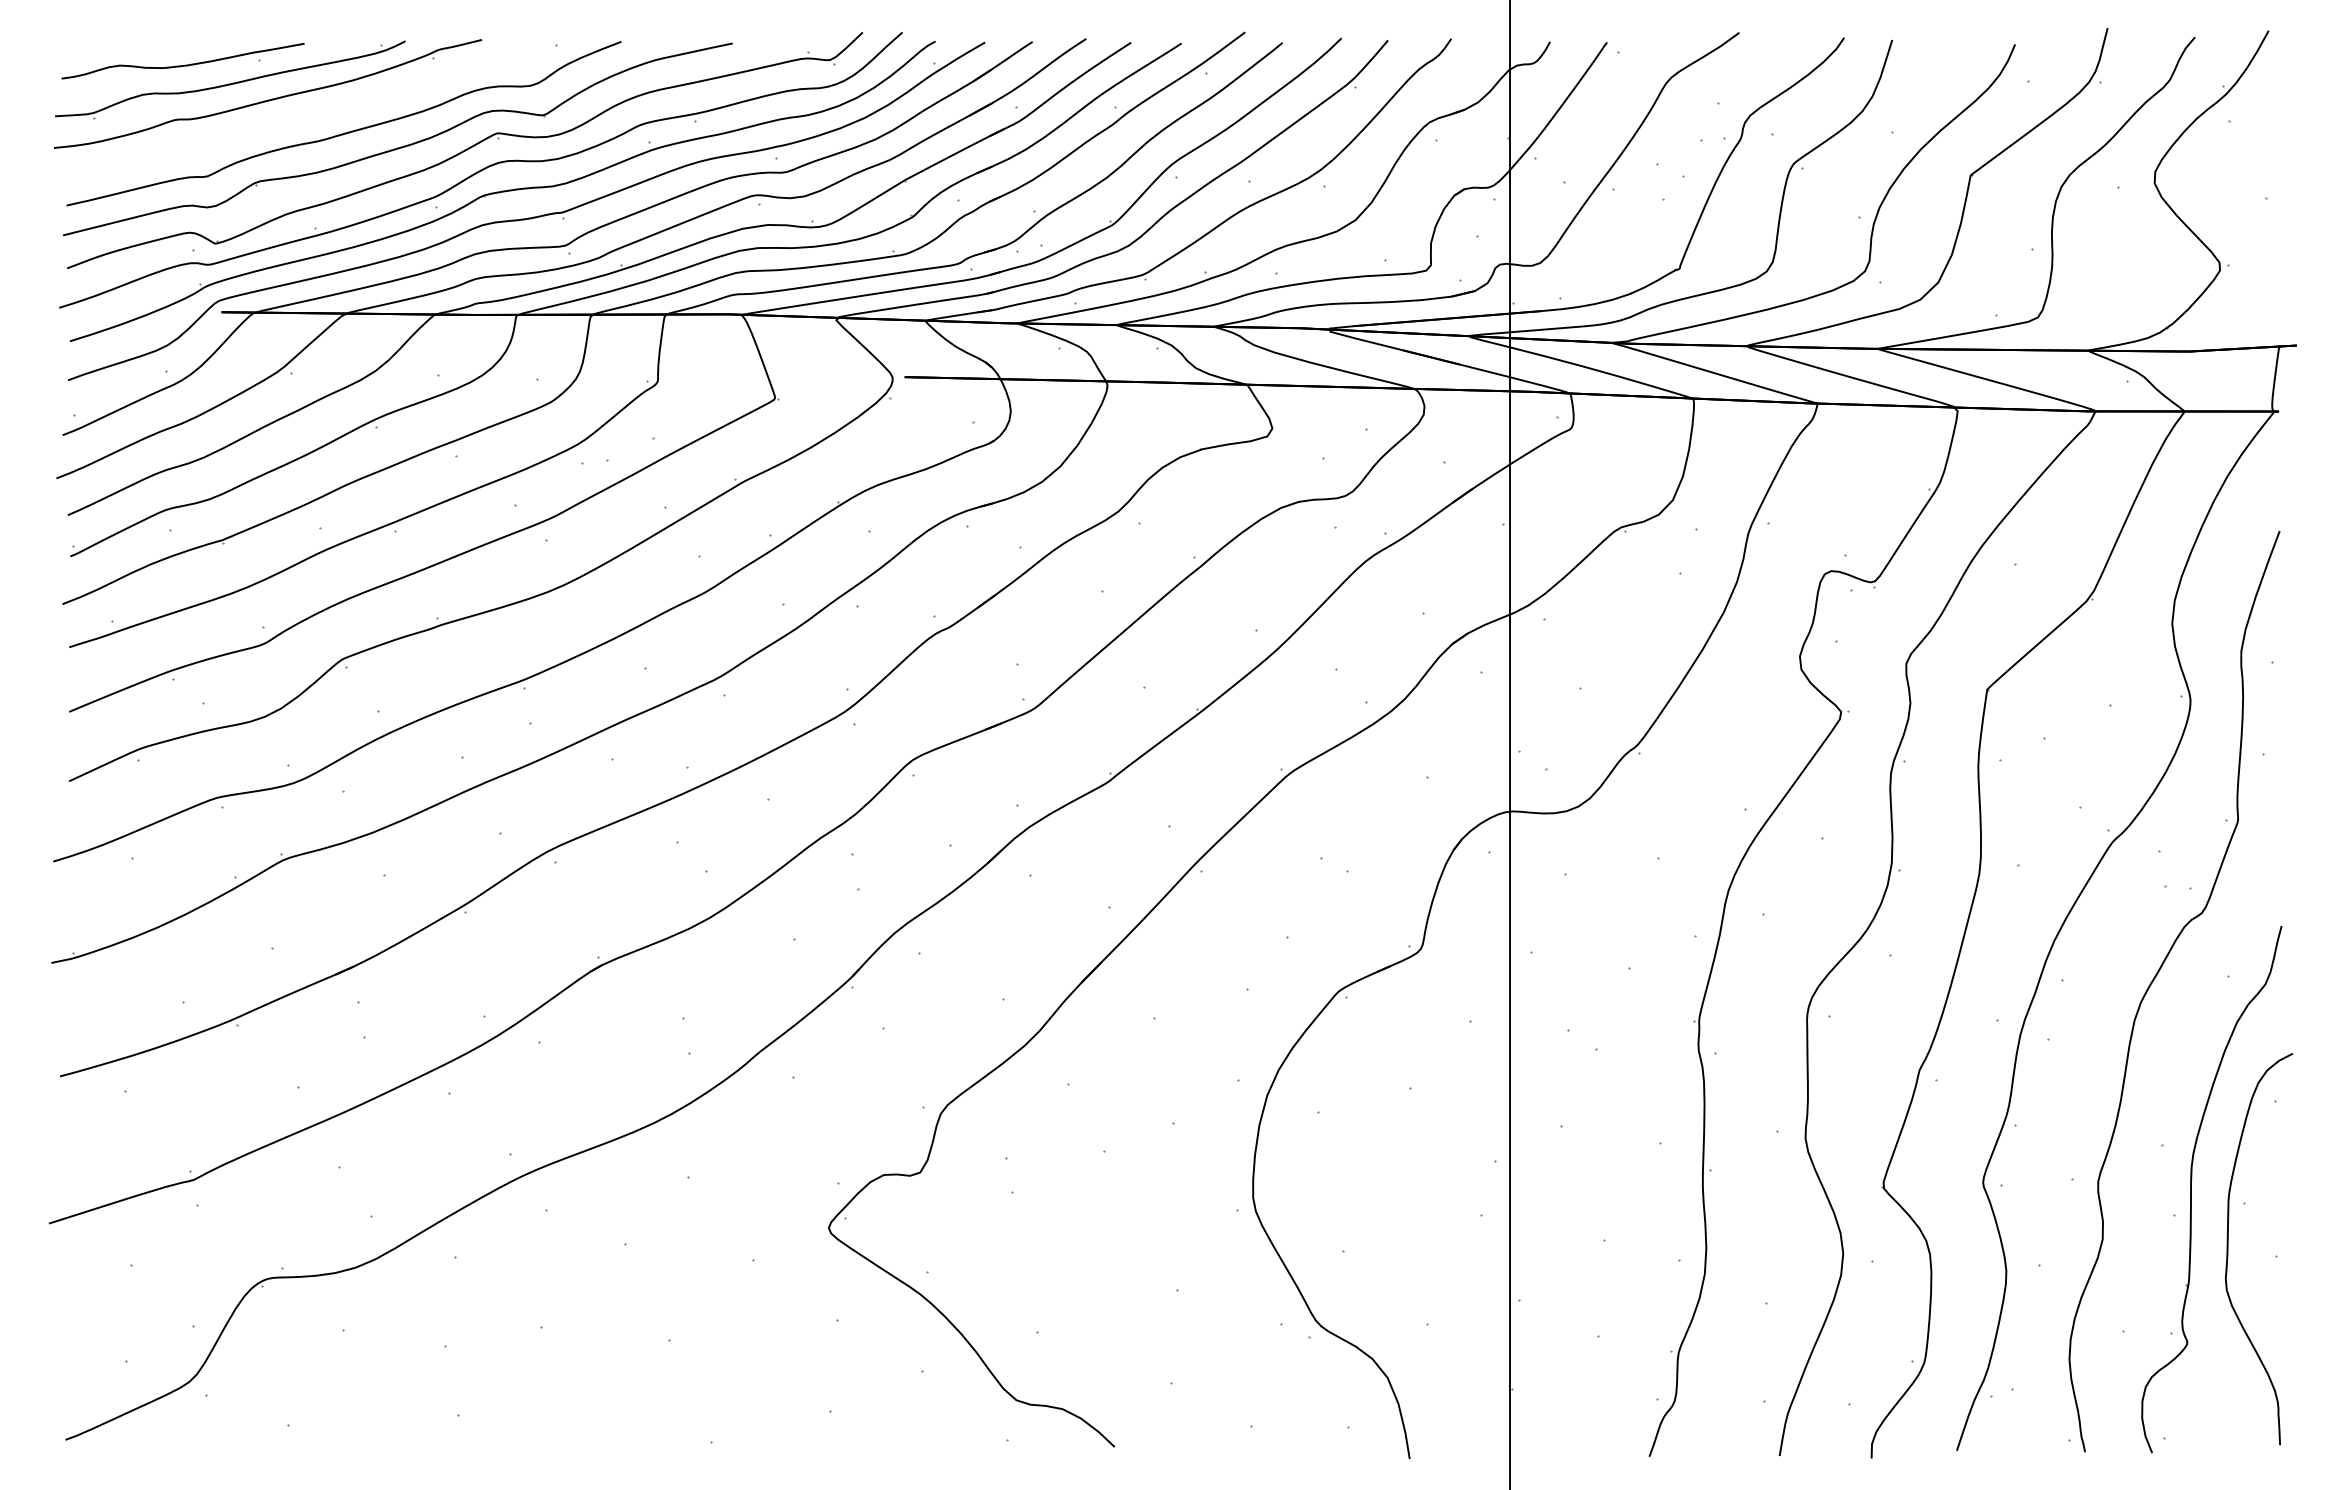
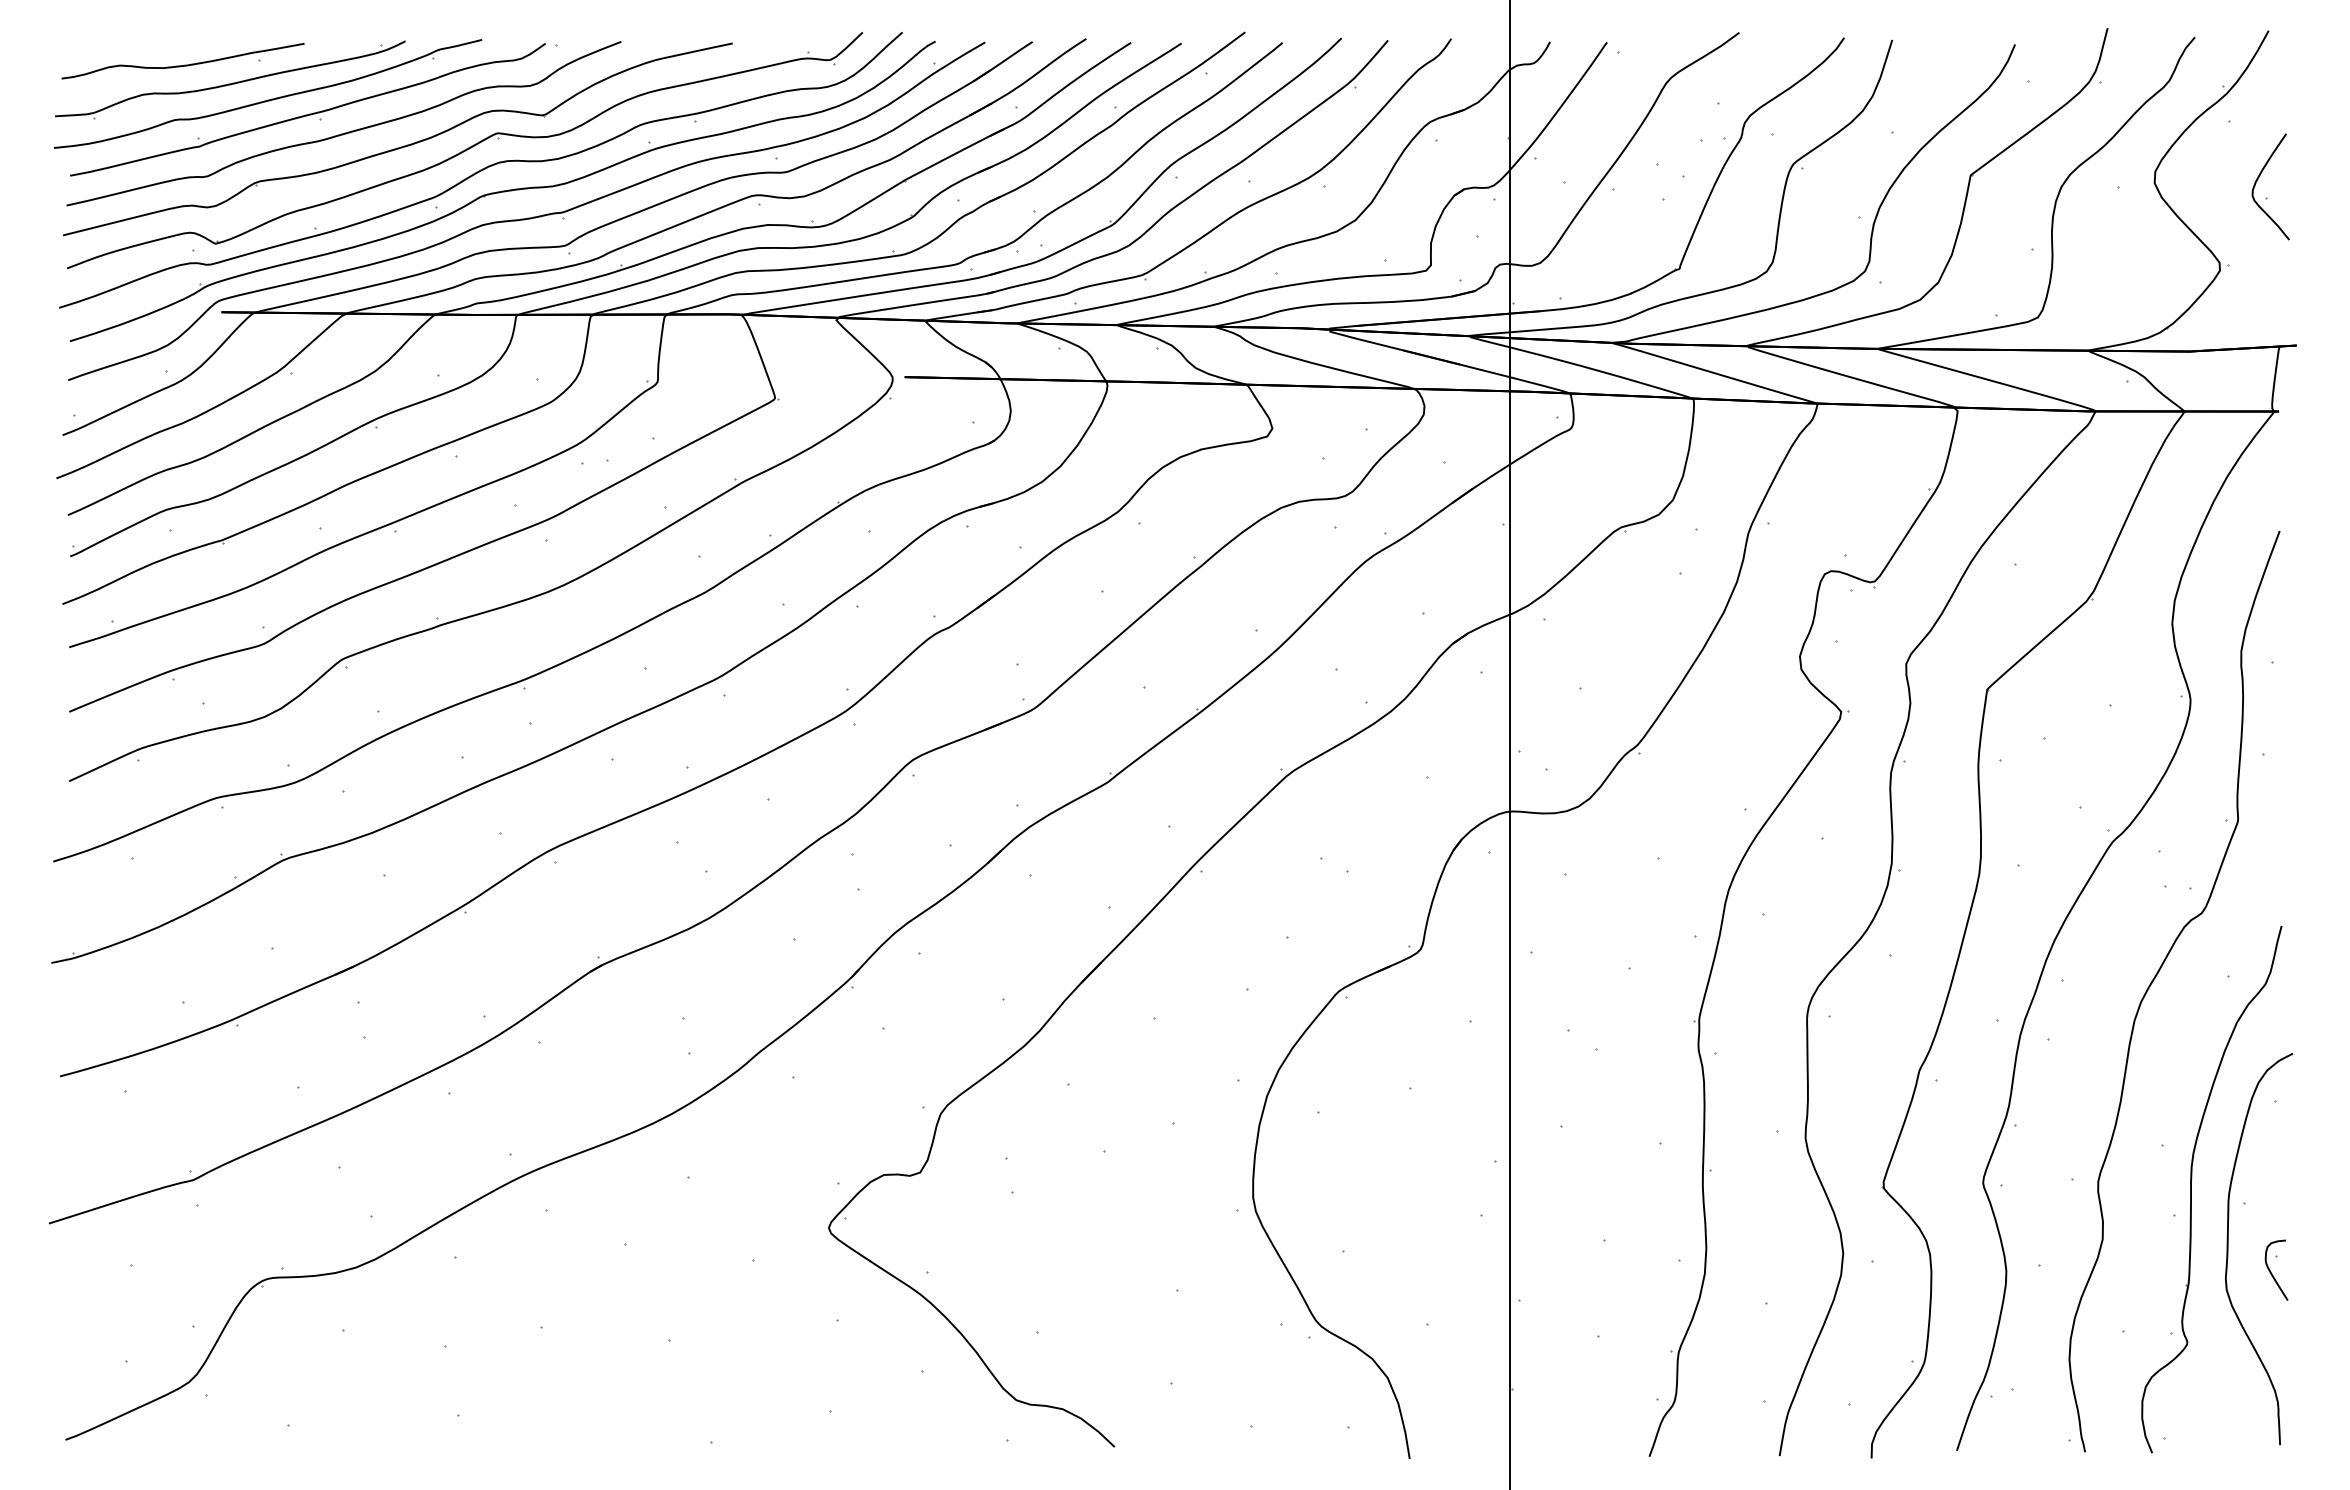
part at (307, 109): none -> present
curve at (2258, 179): none -> present
curve at (2271, 1271): none -> present
